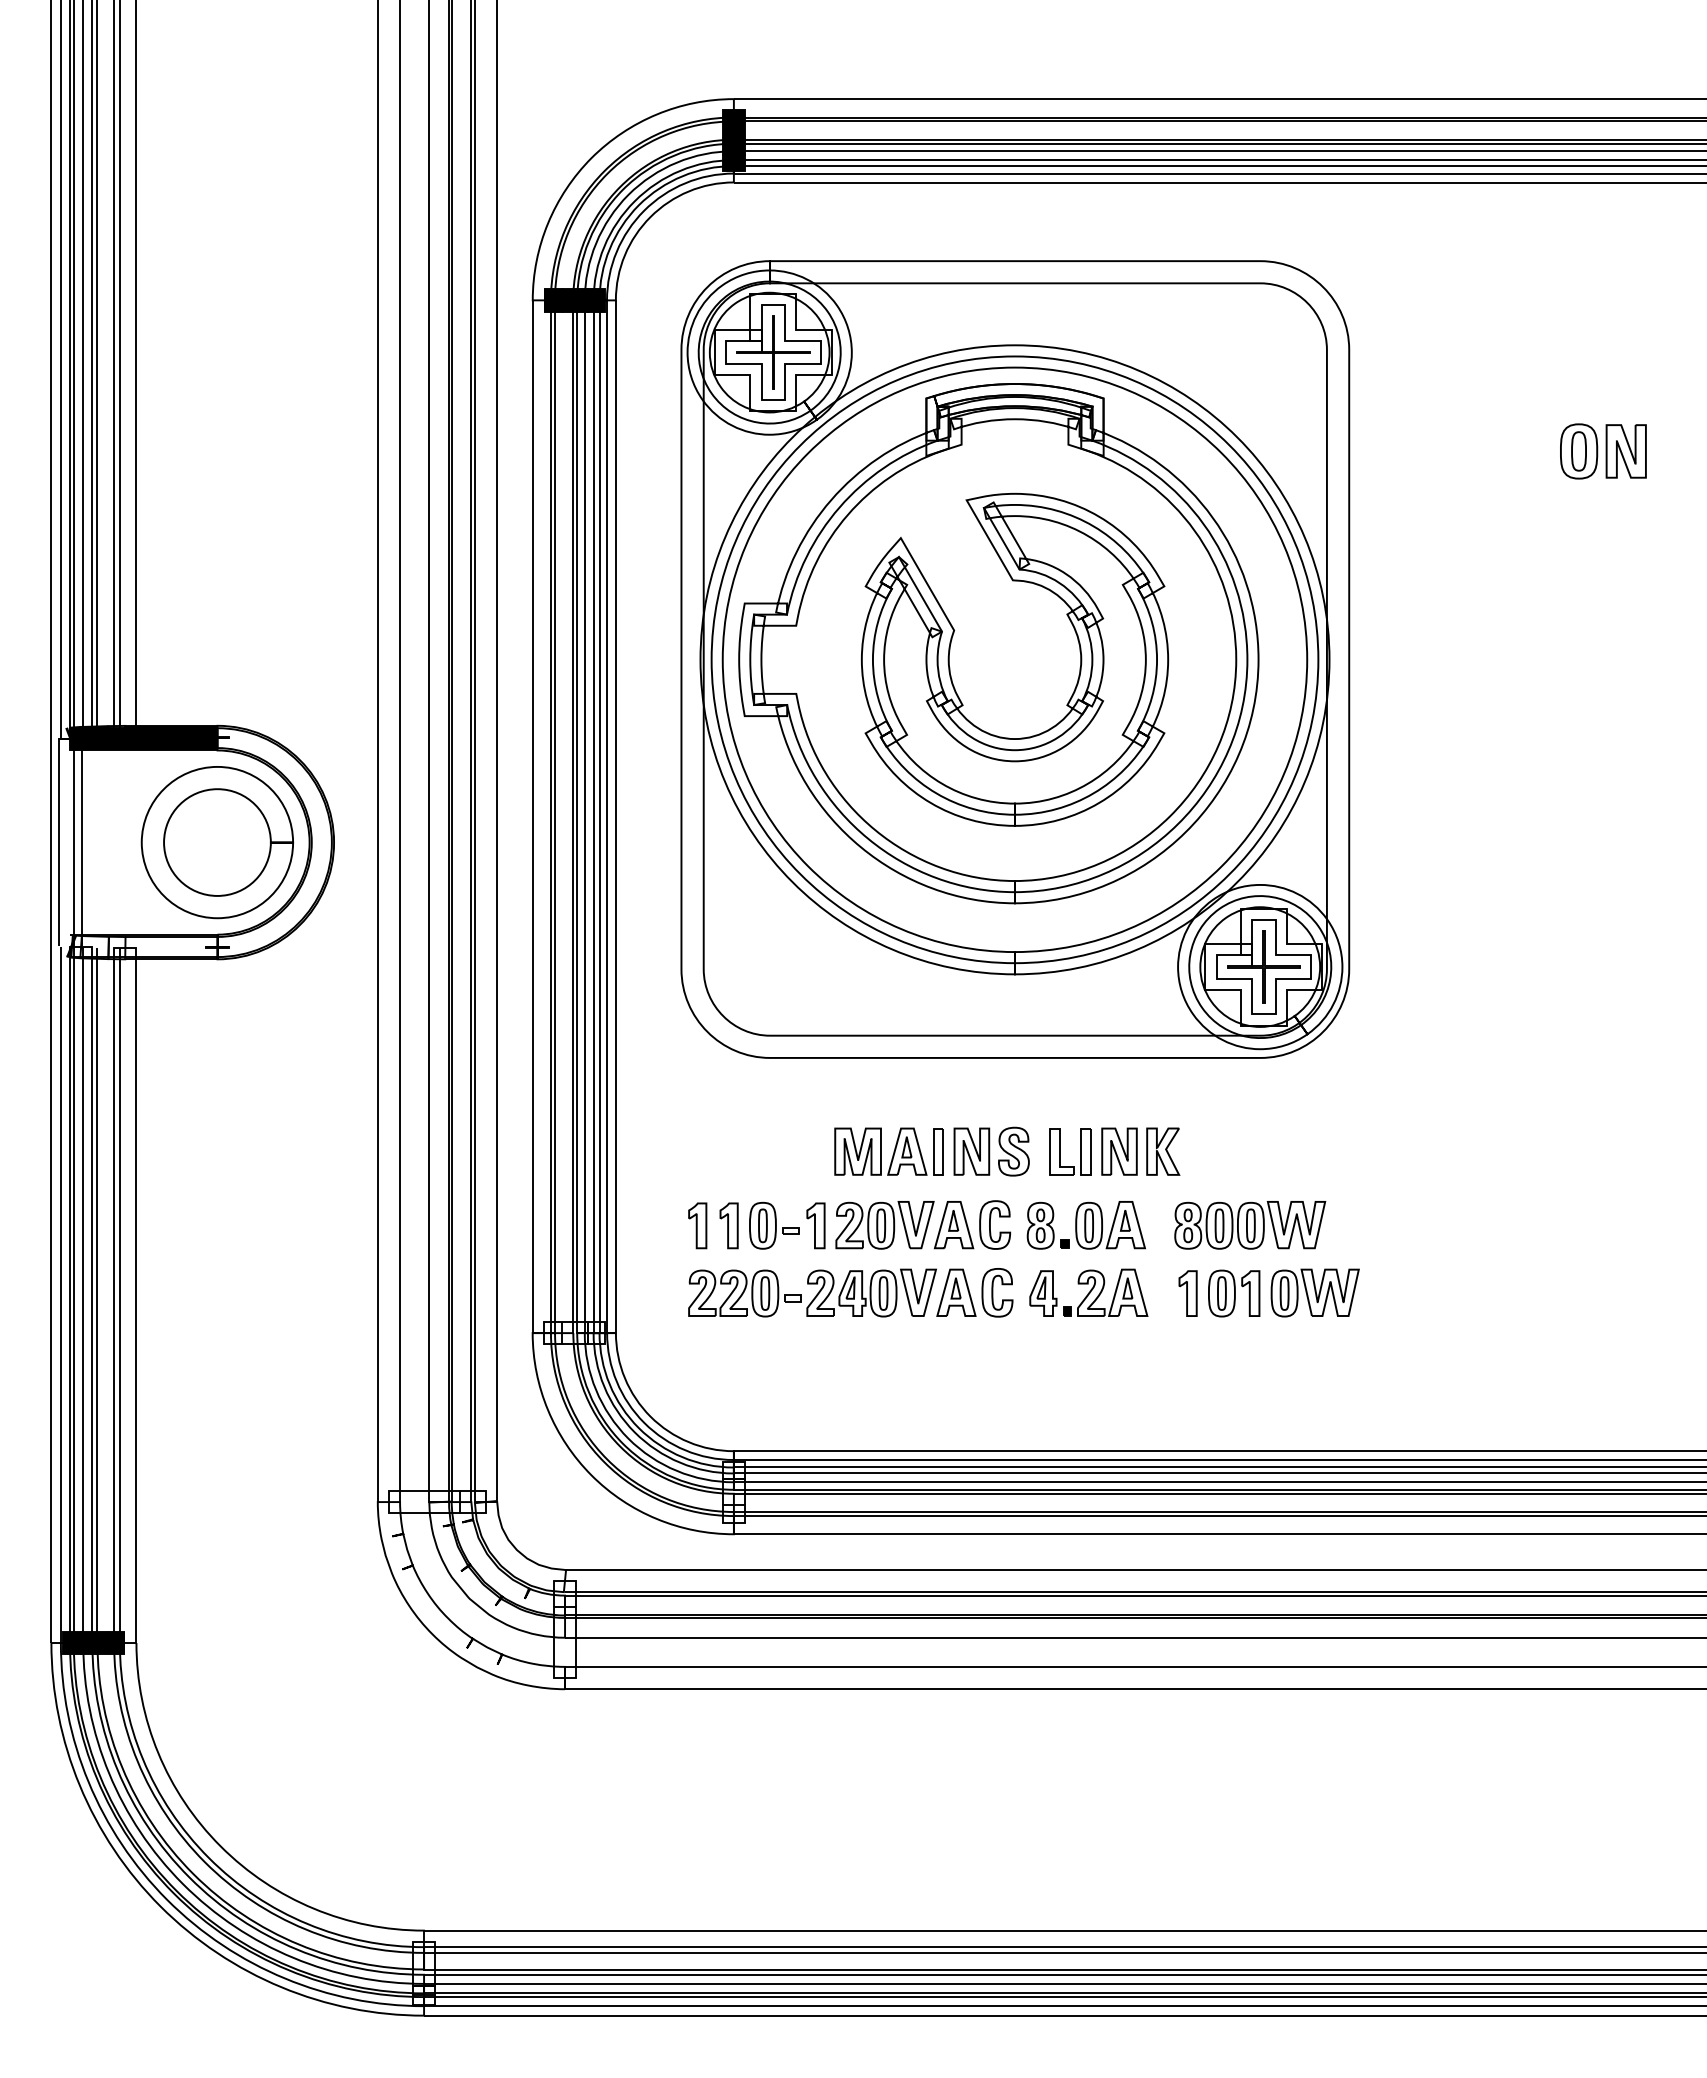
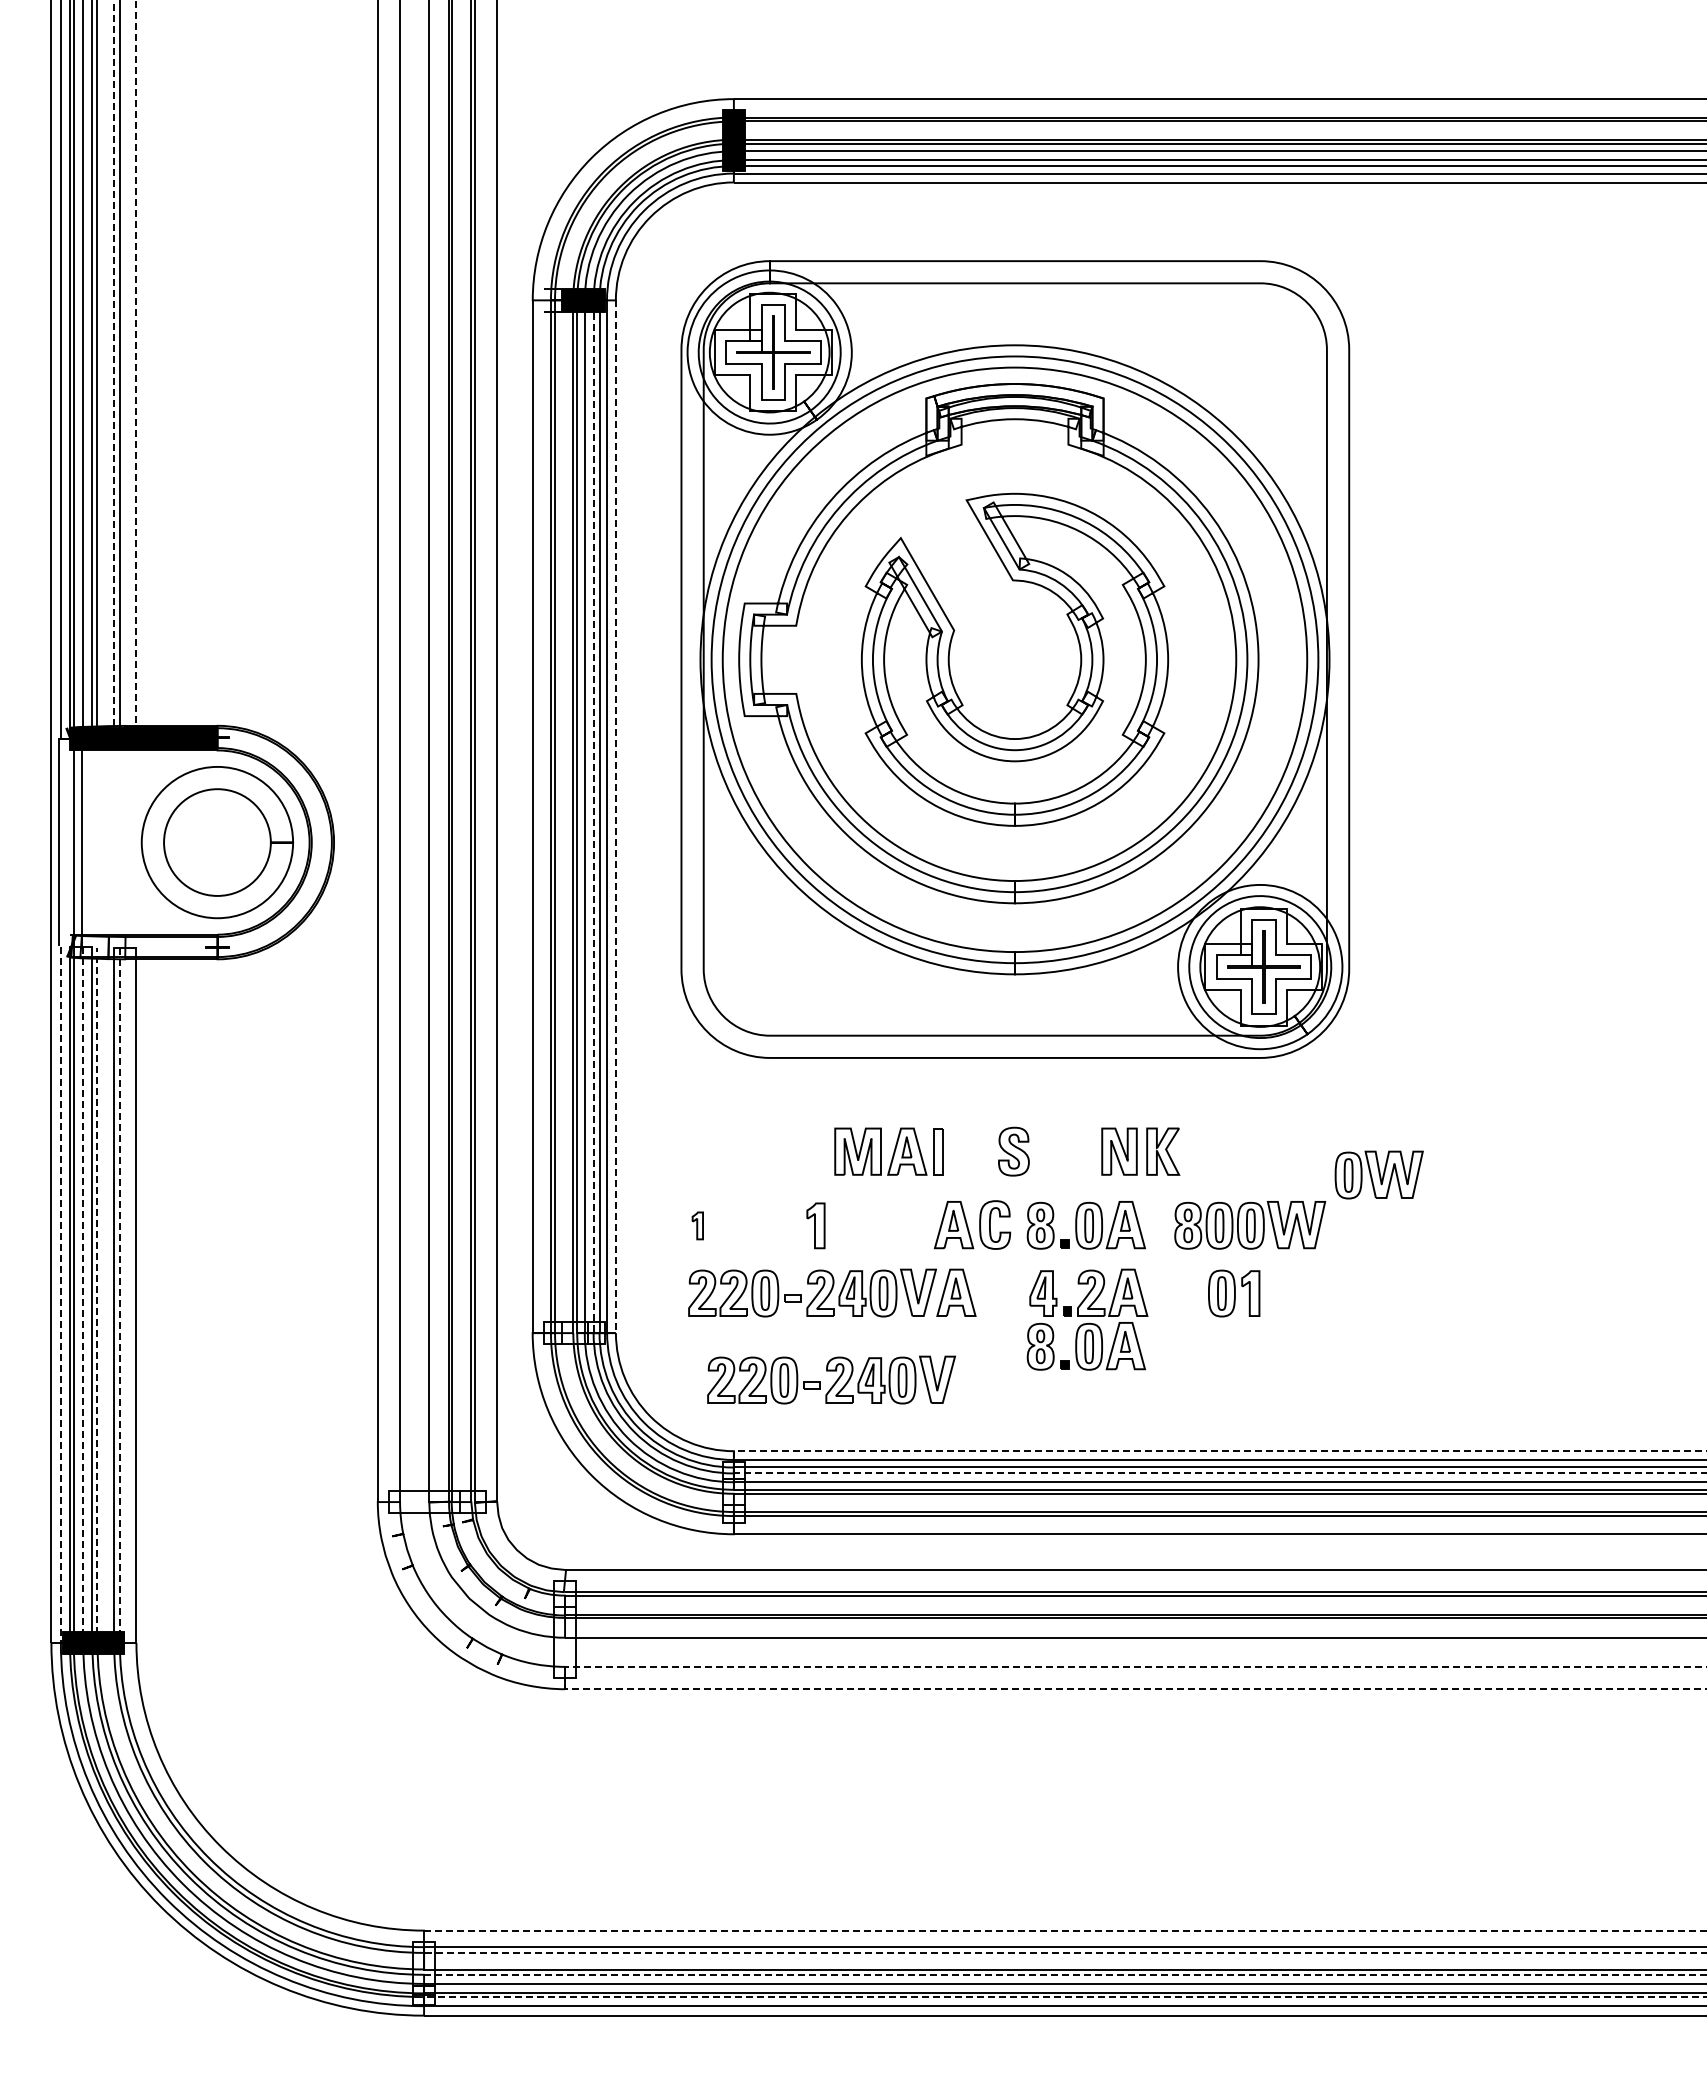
line at (136, 0): solid -> dashed
fill at (552, 300): present -> none
part at (1603, 451): present -> none
part at (971, 1151): present -> none
part at (1060, 1151): present -> none
part at (697, 1225) size: 20x48 px -> 13x30 px
part at (728, 1225): present -> none
part at (774, 1225): present -> none
part at (884, 1225): present -> none
part at (997, 1292): present -> none
part at (1314, 1292) position: (1314, 1292) -> (1378, 1174)
part at (1187, 1293): present -> none
line at (604, 1333): solid -> dashed
part at (1085, 1346): none -> present
part at (831, 1379): none -> present
line at (733, 1461): solid -> dashed
line at (71, 1643): solid -> dashed
line at (108, 1643): solid -> dashed
line at (564, 1677): solid -> dashed
line at (1706, 1952): solid -> dashed
line at (1706, 1997): solid -> dashed
